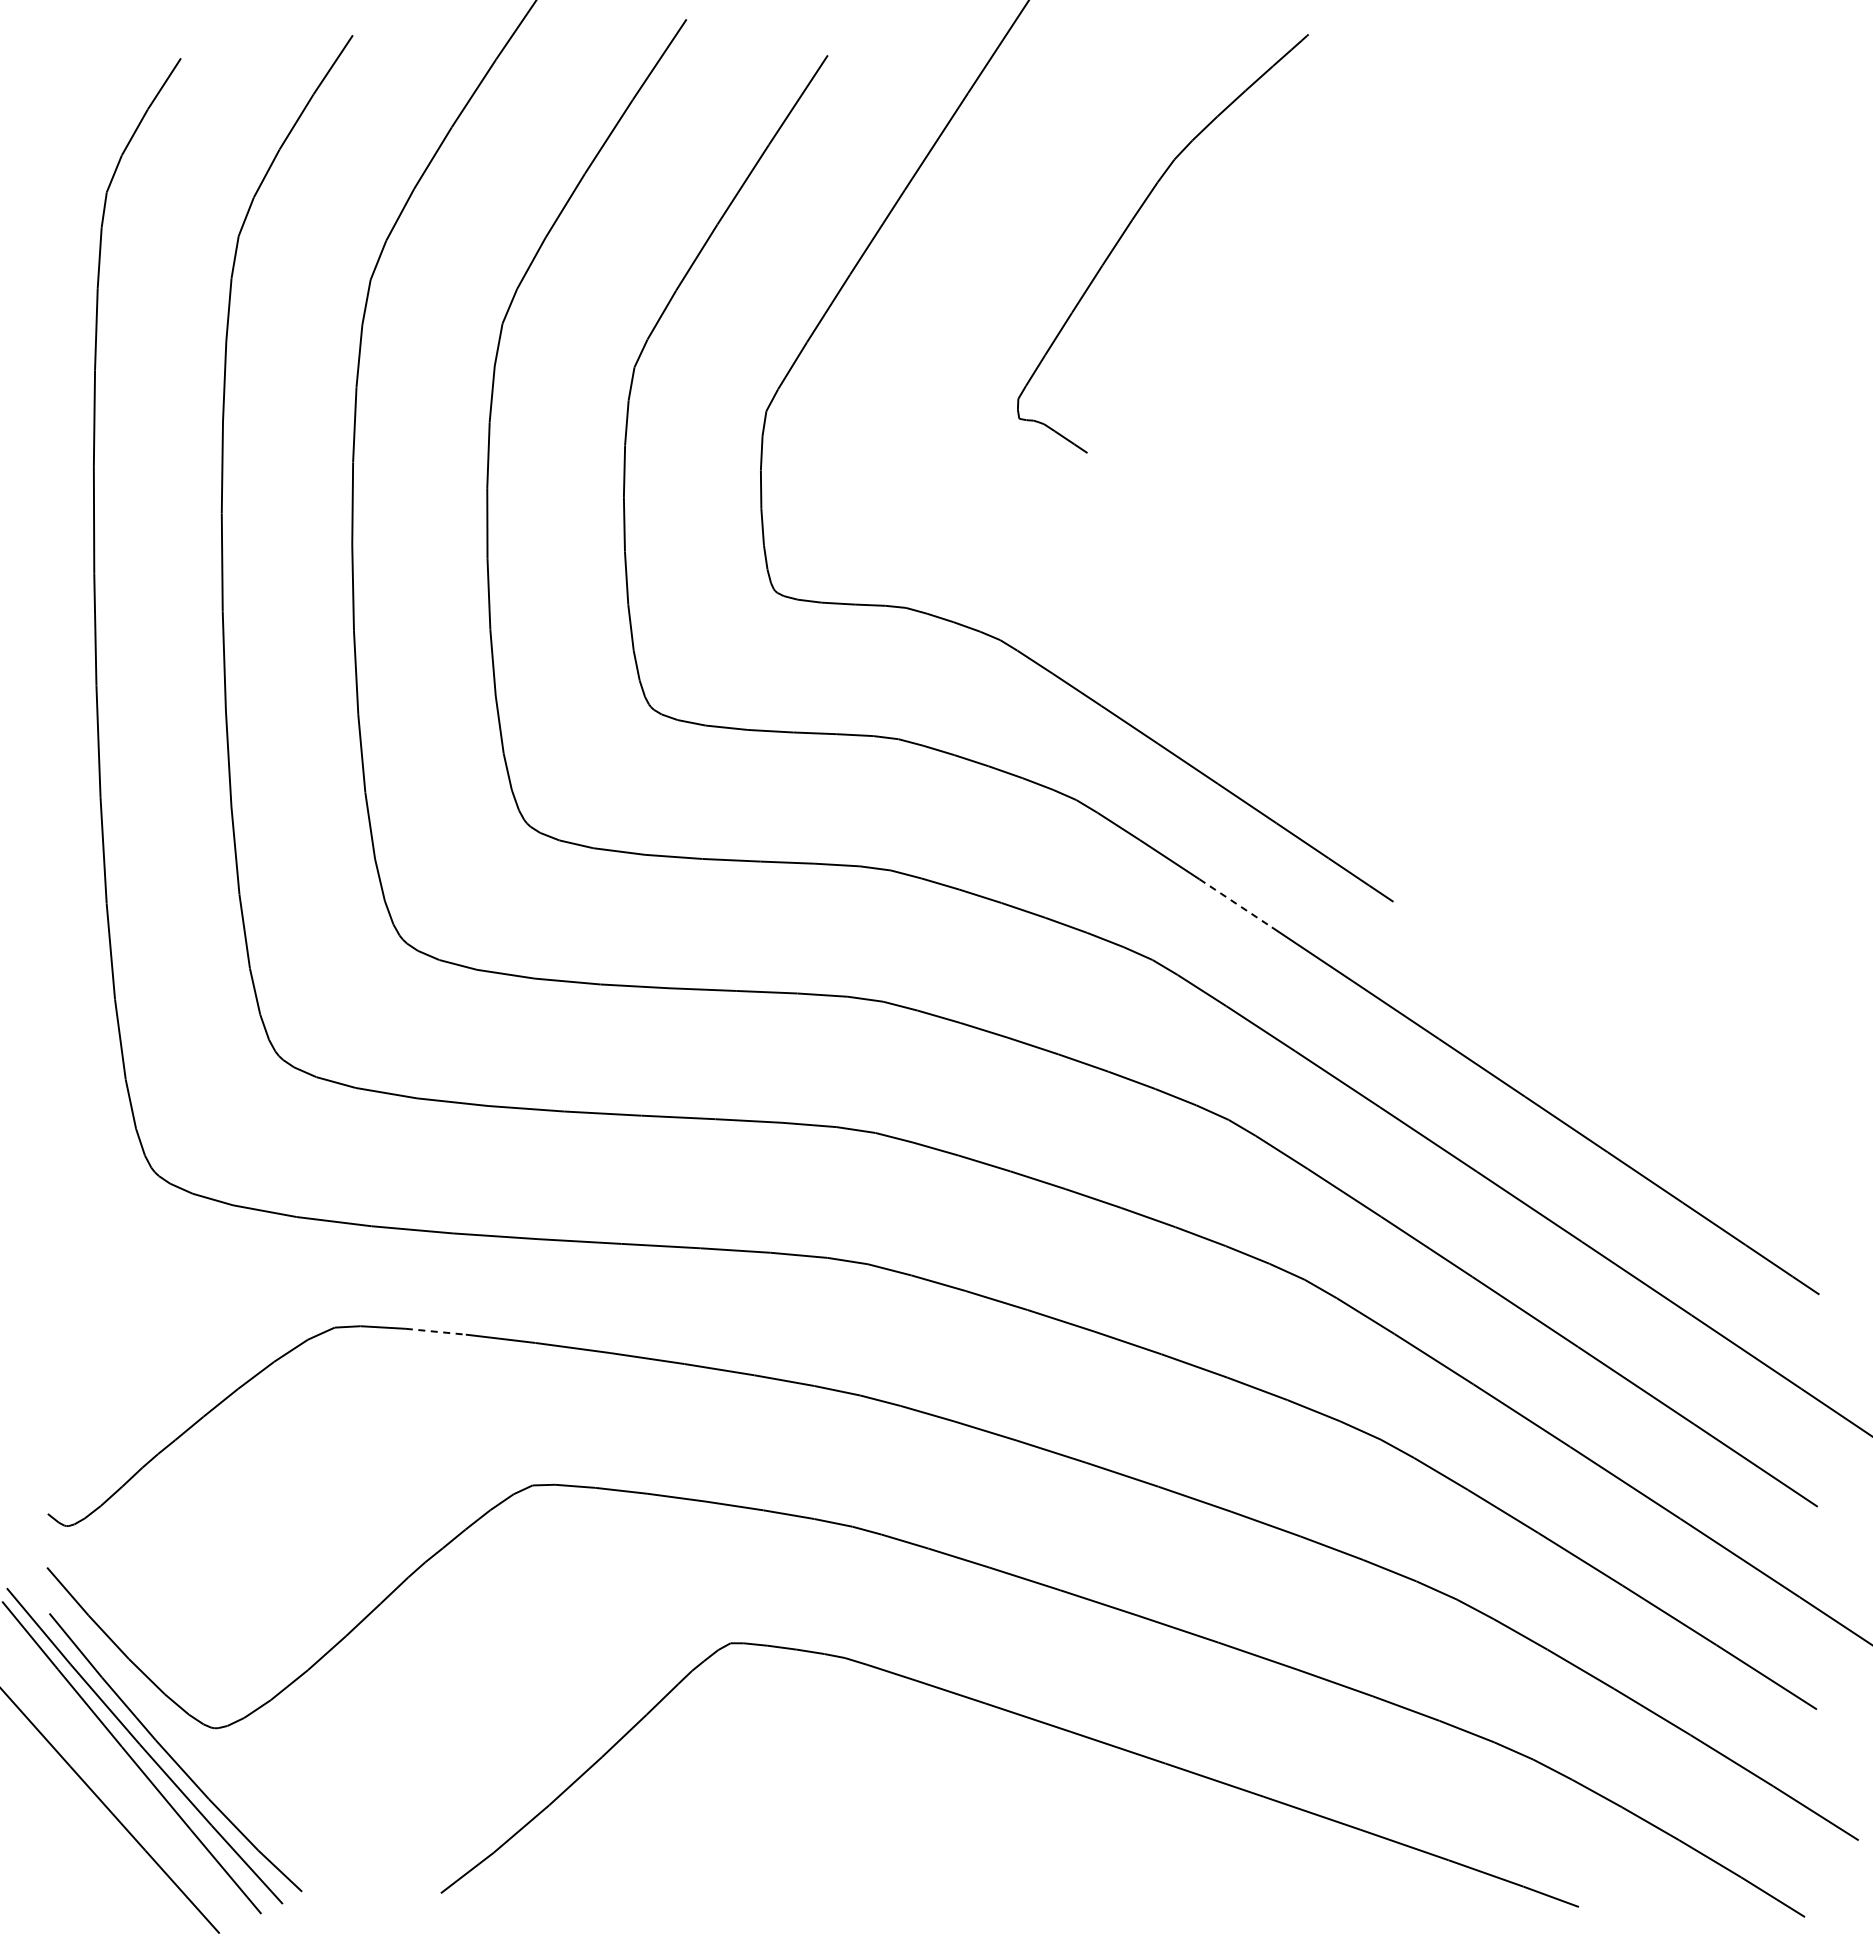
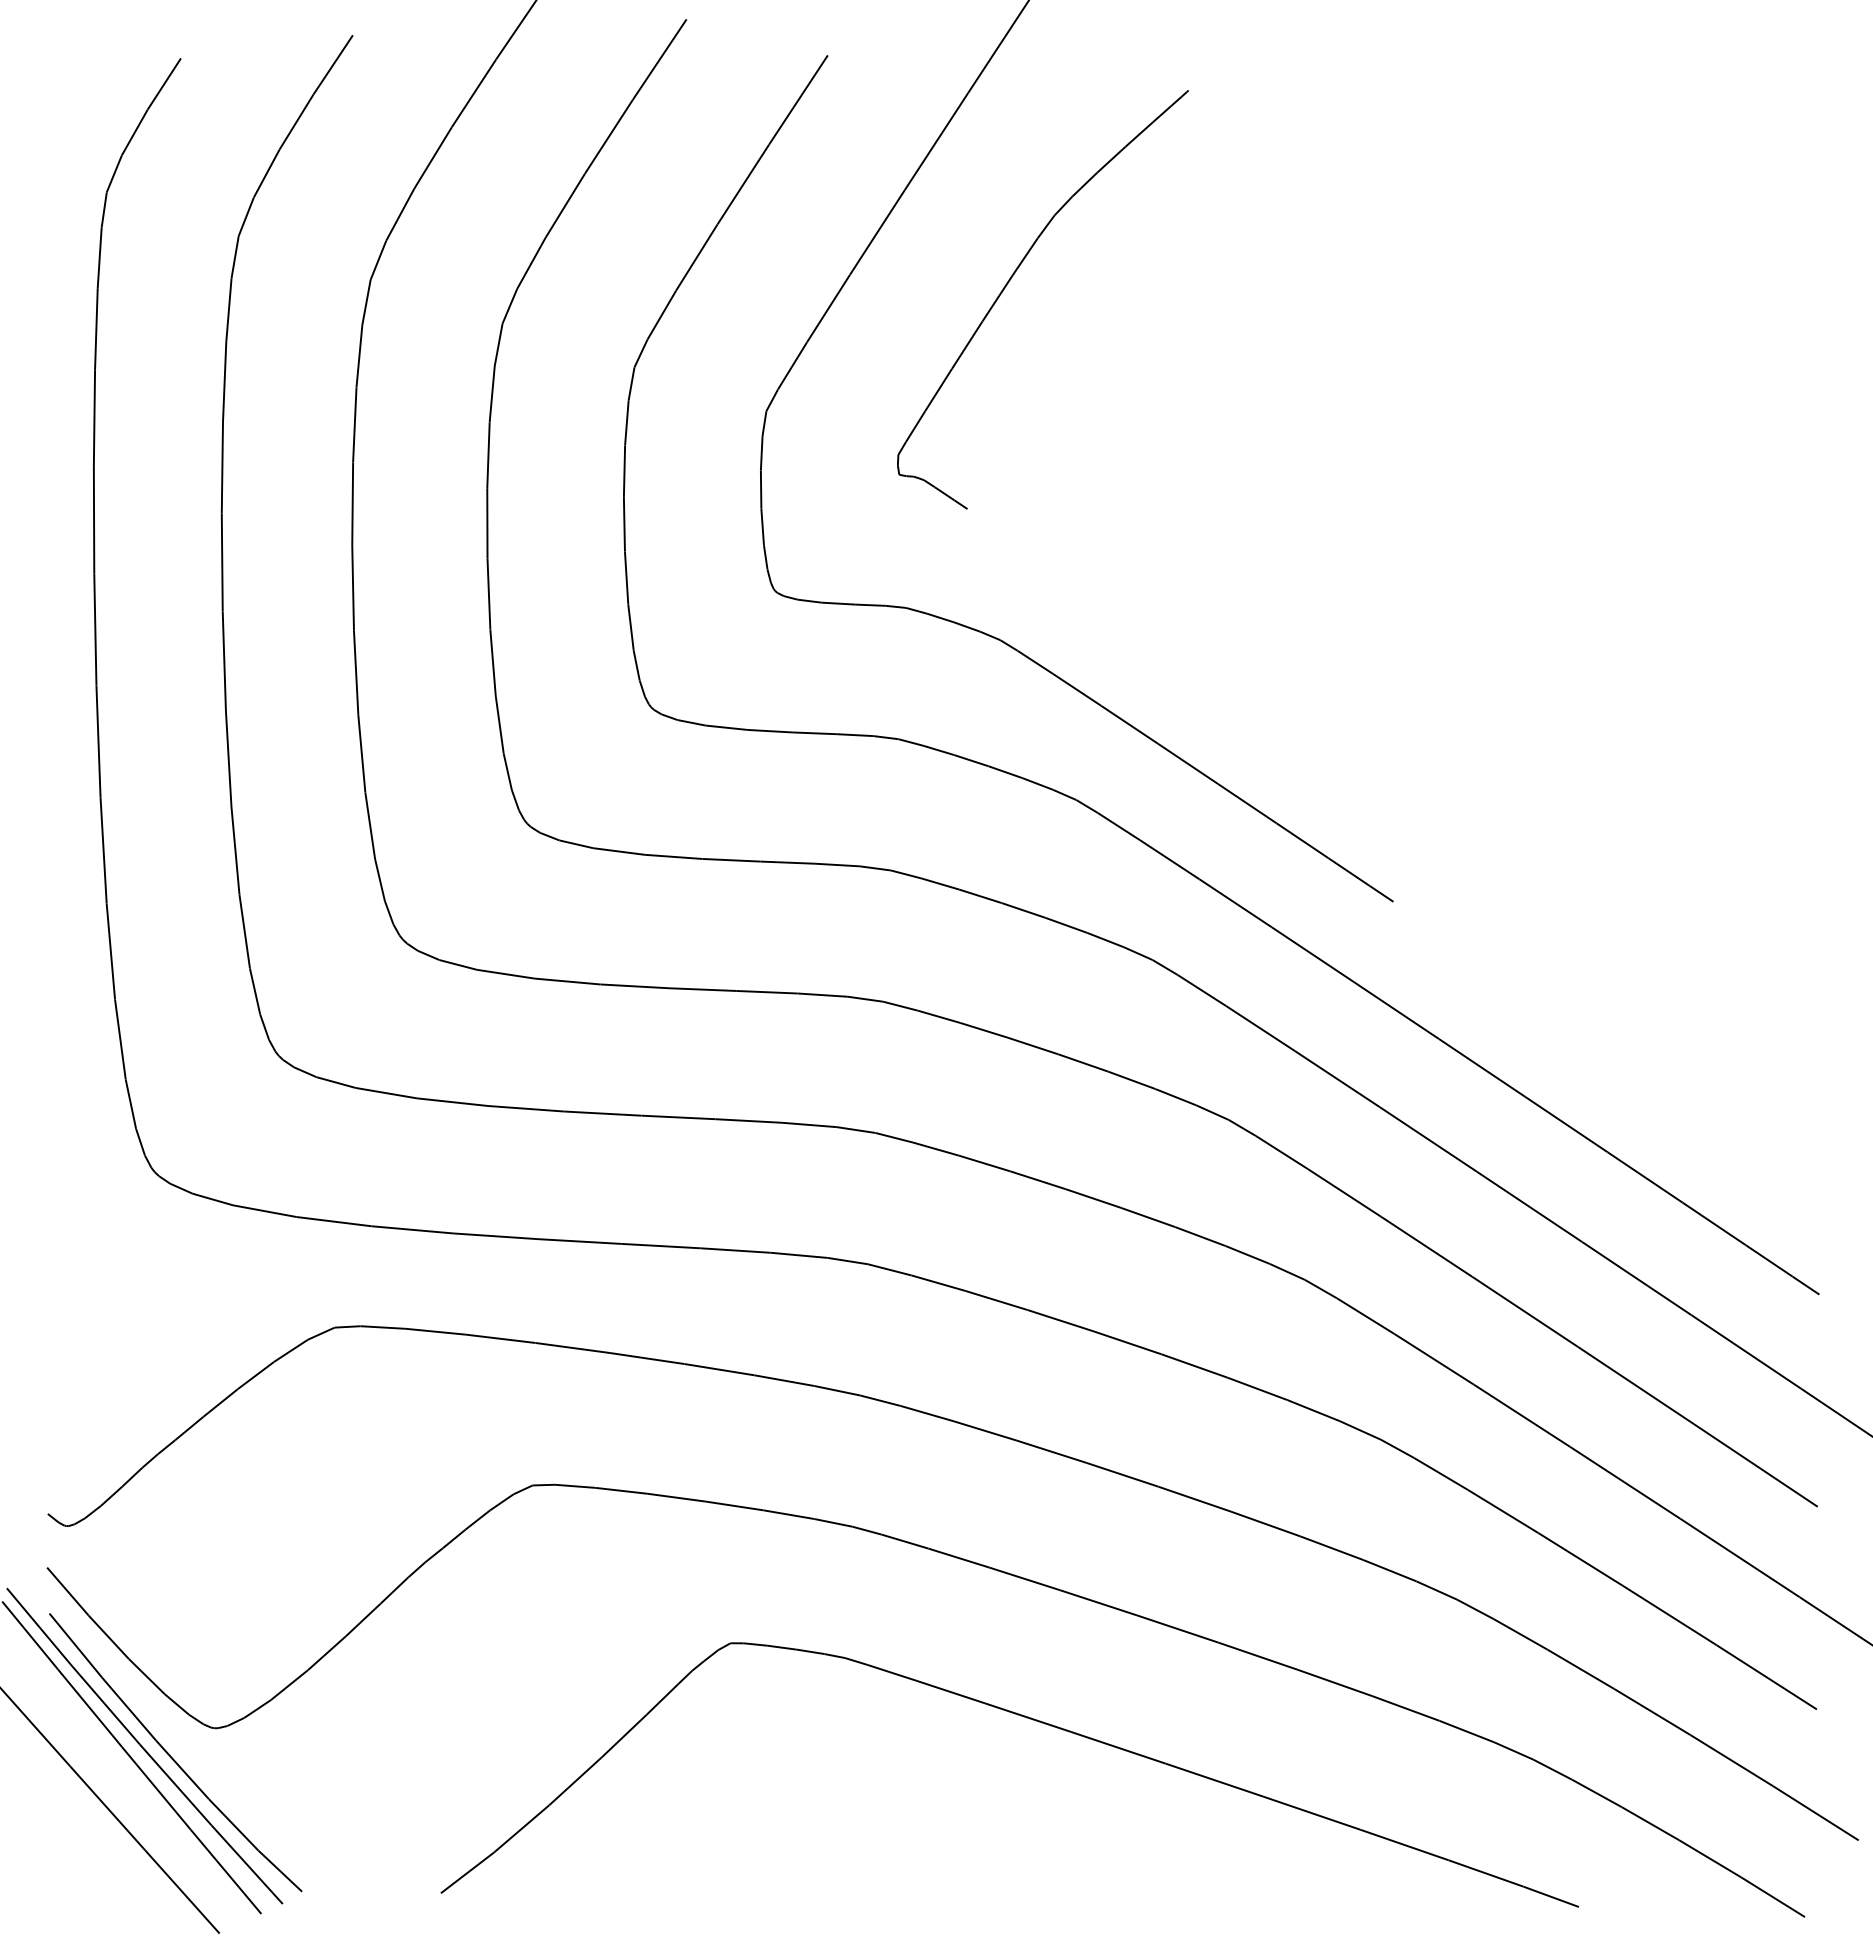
part at (1131, 223) position: (1131, 223) -> (1011, 279)
line at (1236, 903): dashed -> solid
line at (436, 1331): dashed -> solid
